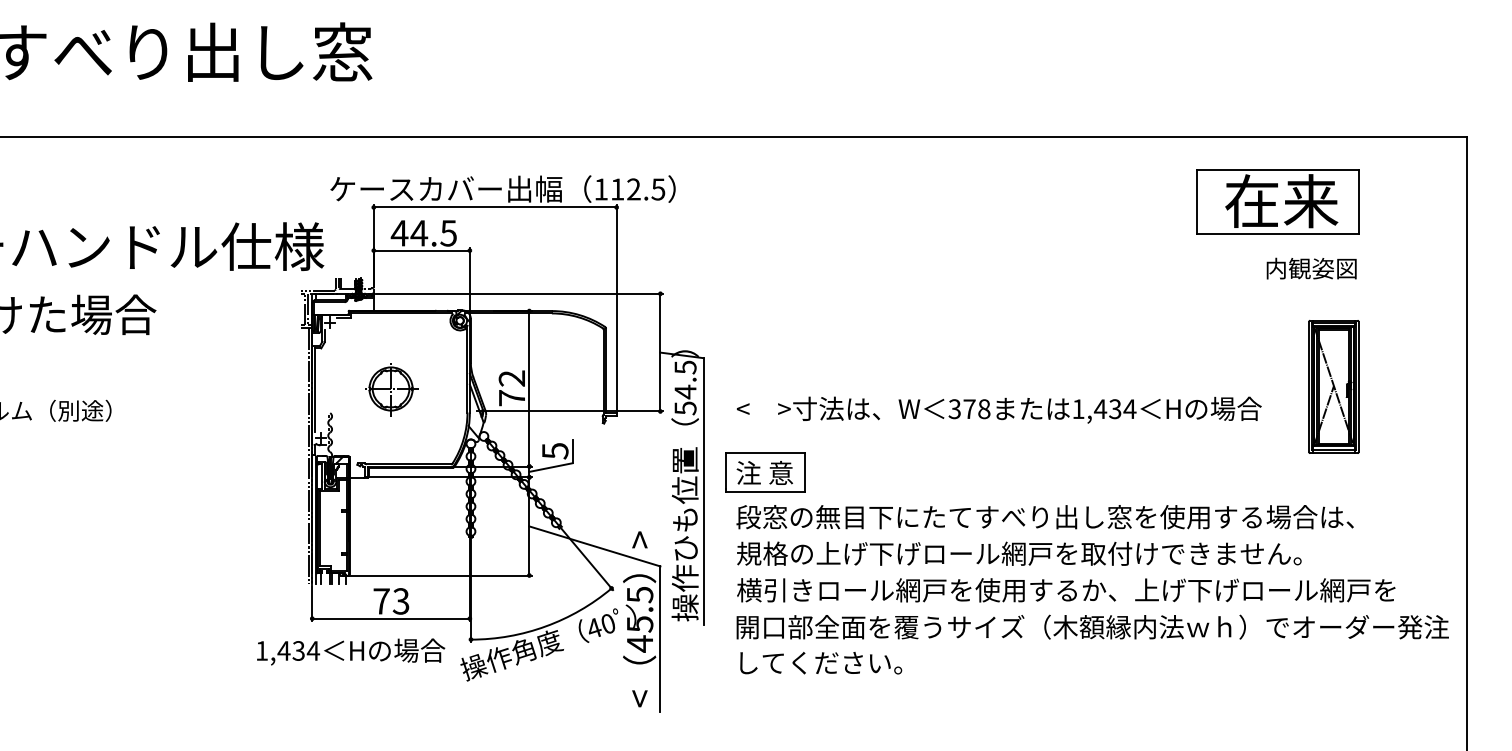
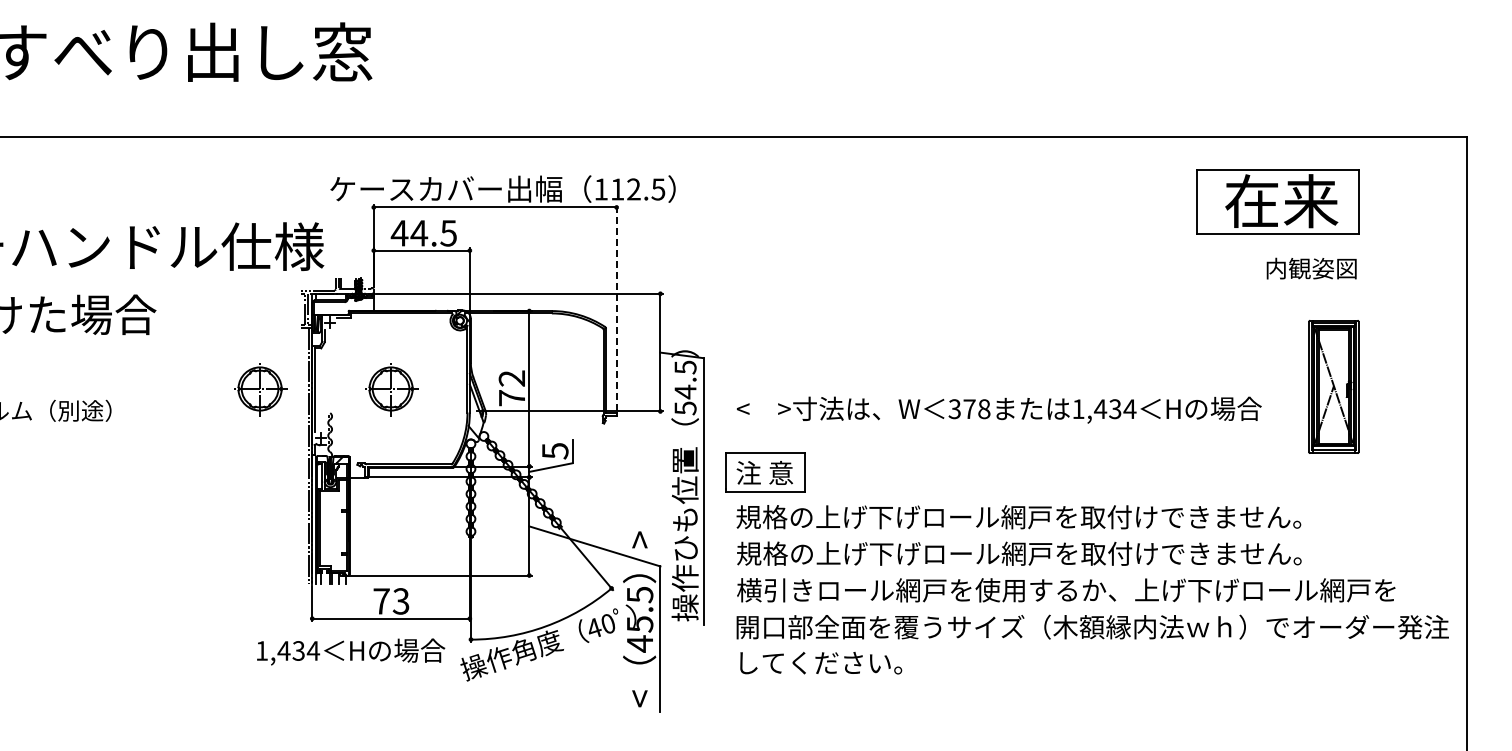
line at (616, 308): solid -> dashed
part at (260, 389): none -> present
text at (1044, 517): 段窓の無目下にたてすべり出し窓を使用する場合は、 -> 規格の上げ下げロール網戸を取付けできません。
